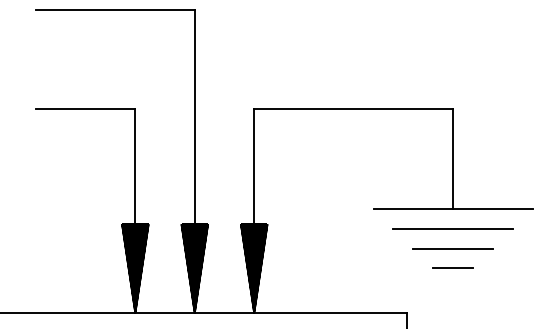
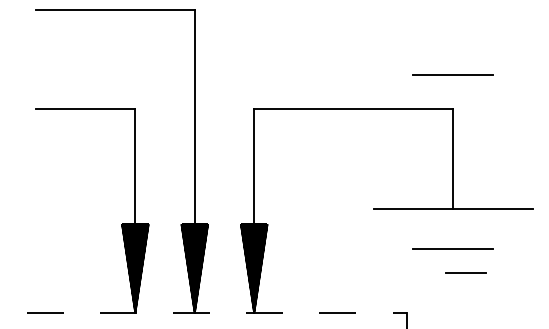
line at (452, 74): none -> present
line at (452, 228): present -> none
line at (452, 267) position: (452, 267) -> (465, 272)
line at (203, 312): solid -> dashed
